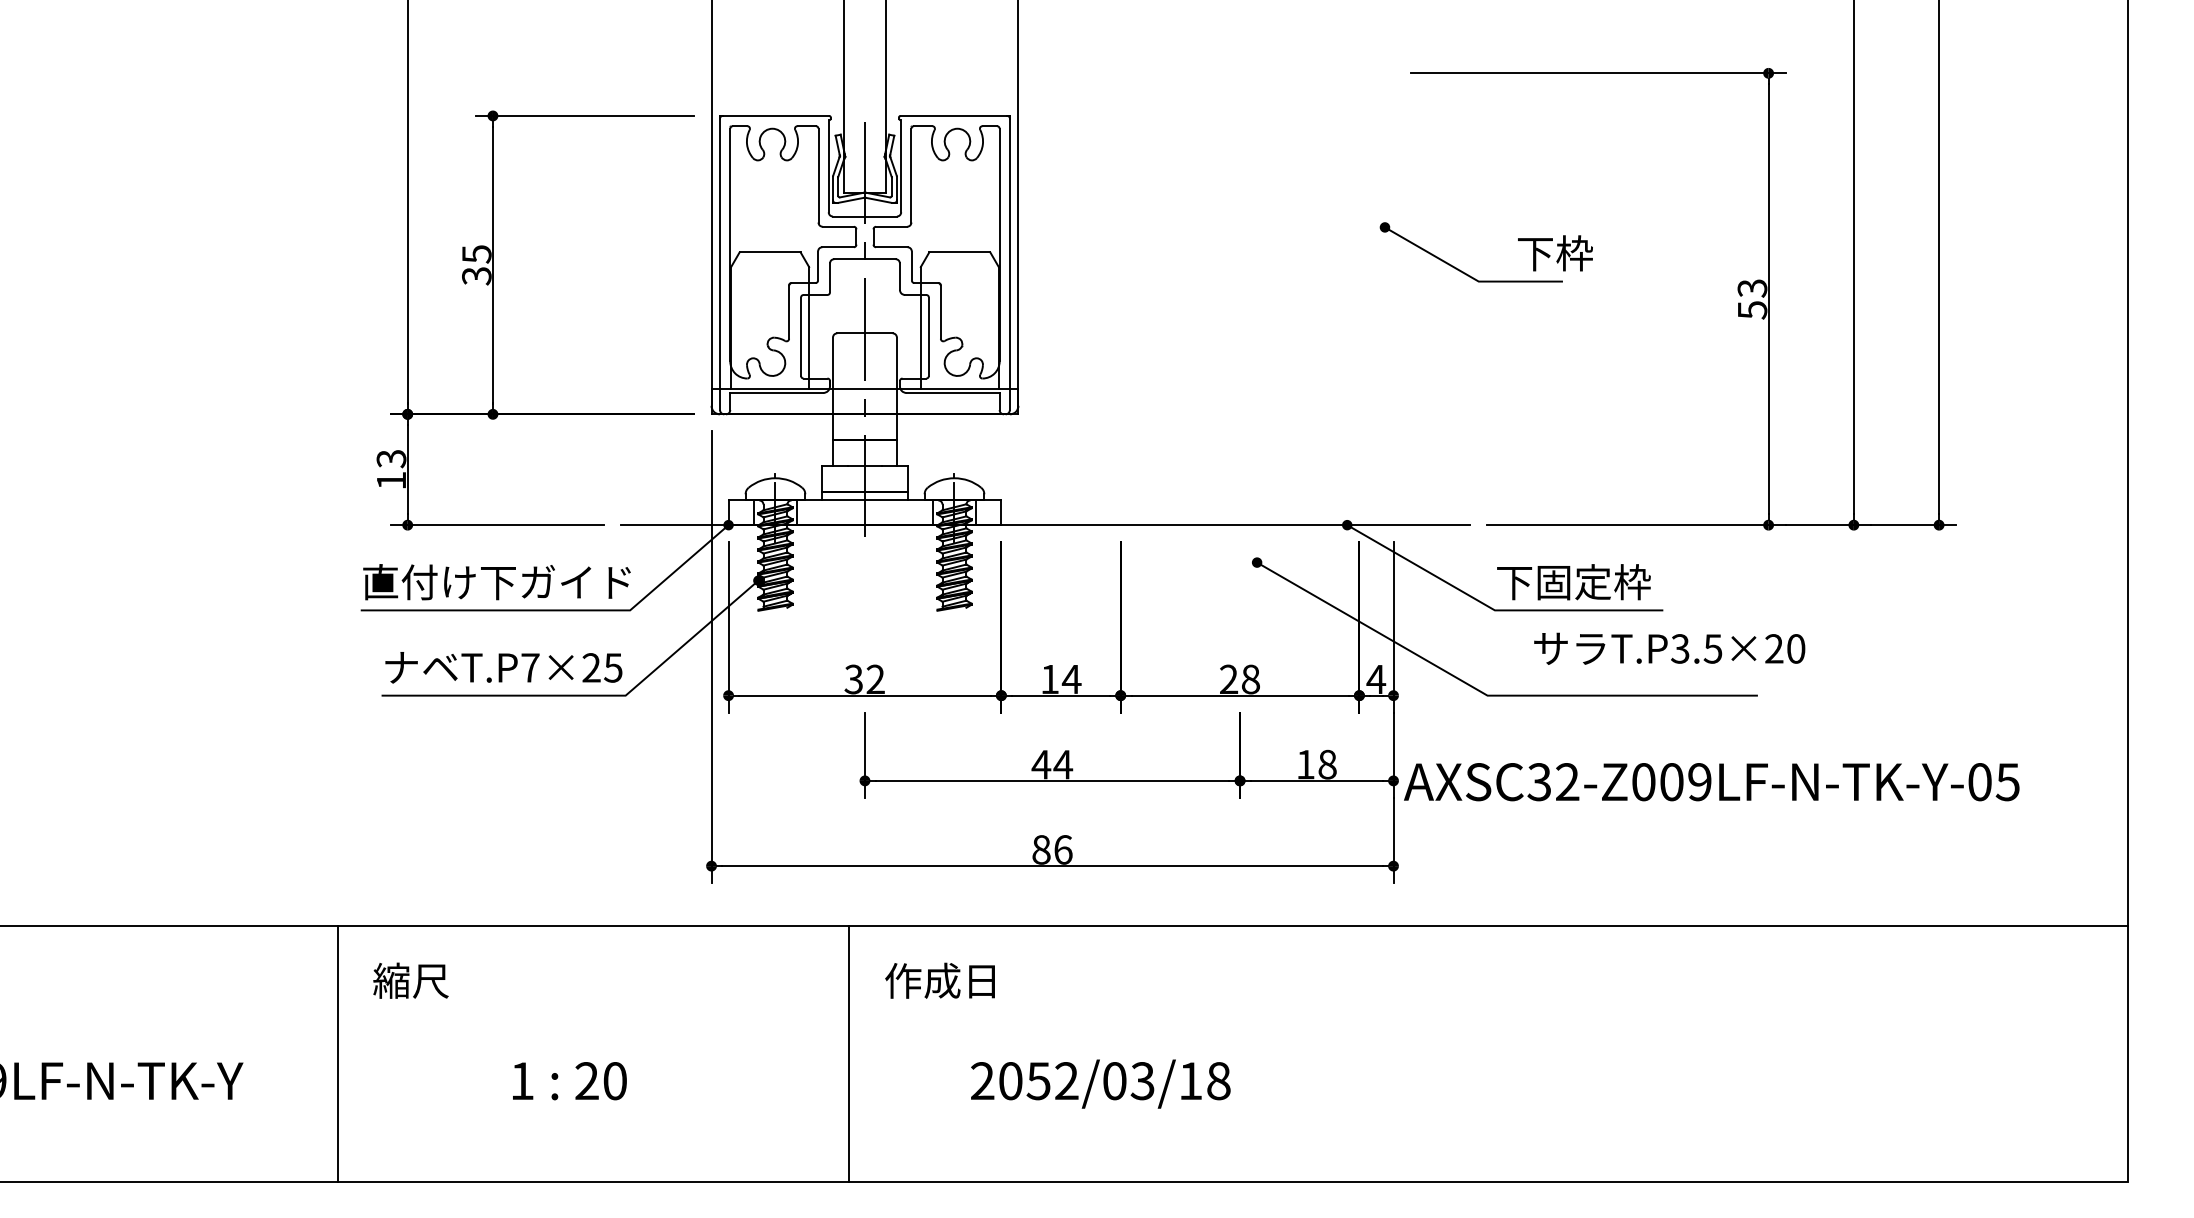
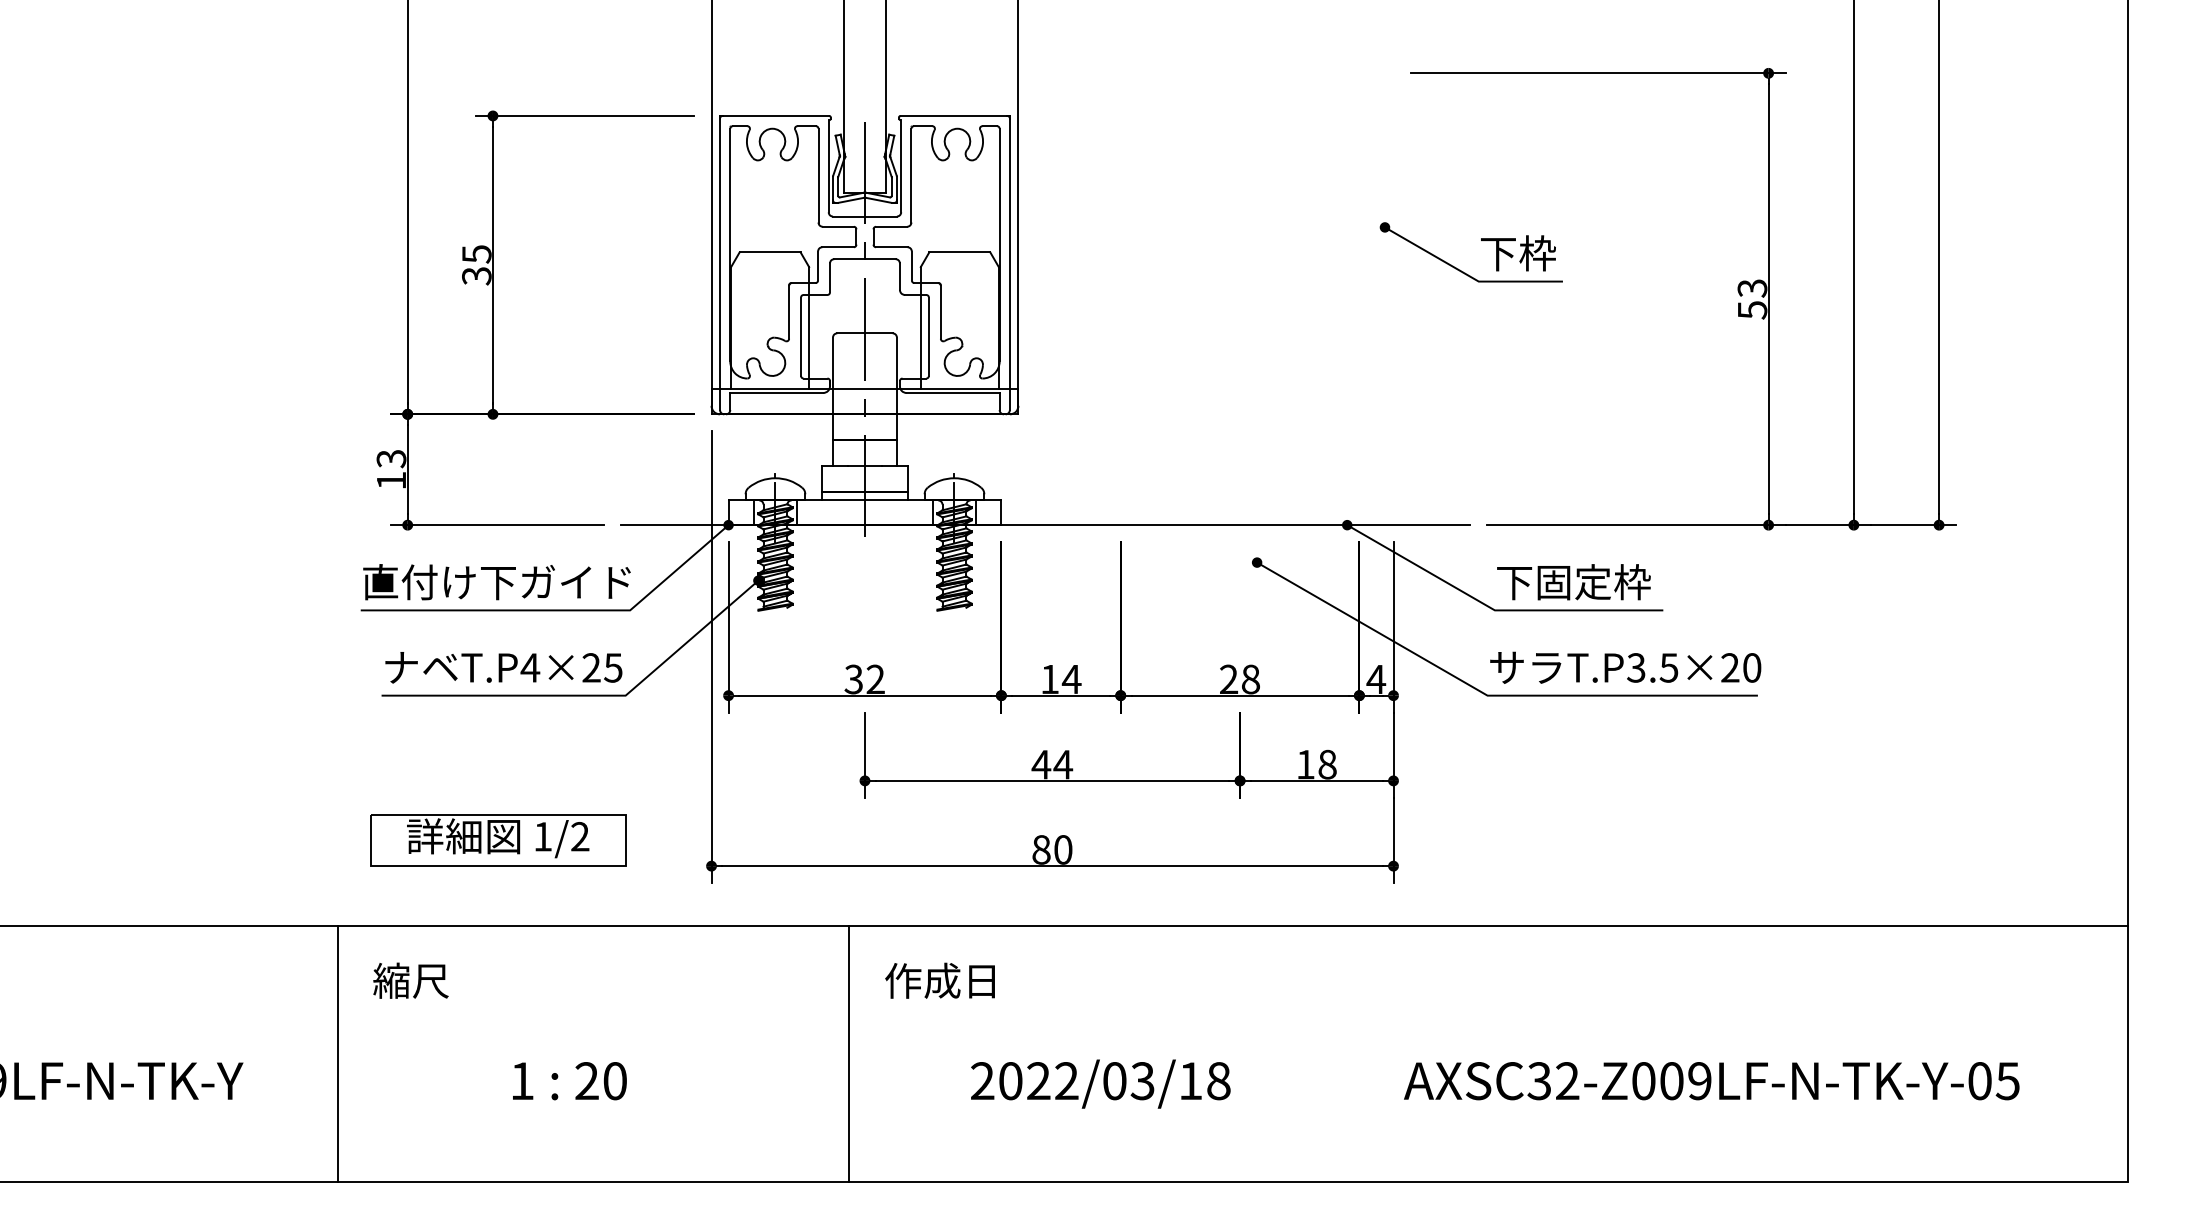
text at (1555, 253) position: (1555, 253) -> (1518, 253)
text at (1669, 648) position: (1669, 648) -> (1625, 667)
text at (530, 667): T.P7×25 -> T.P4×25
text at (1711, 782) position: (1711, 782) -> (1711, 1081)
part at (498, 840): none -> present
text at (1063, 849): 86 -> 80
text at (1038, 1081): 2052/03/18 -> 2022/03/18
